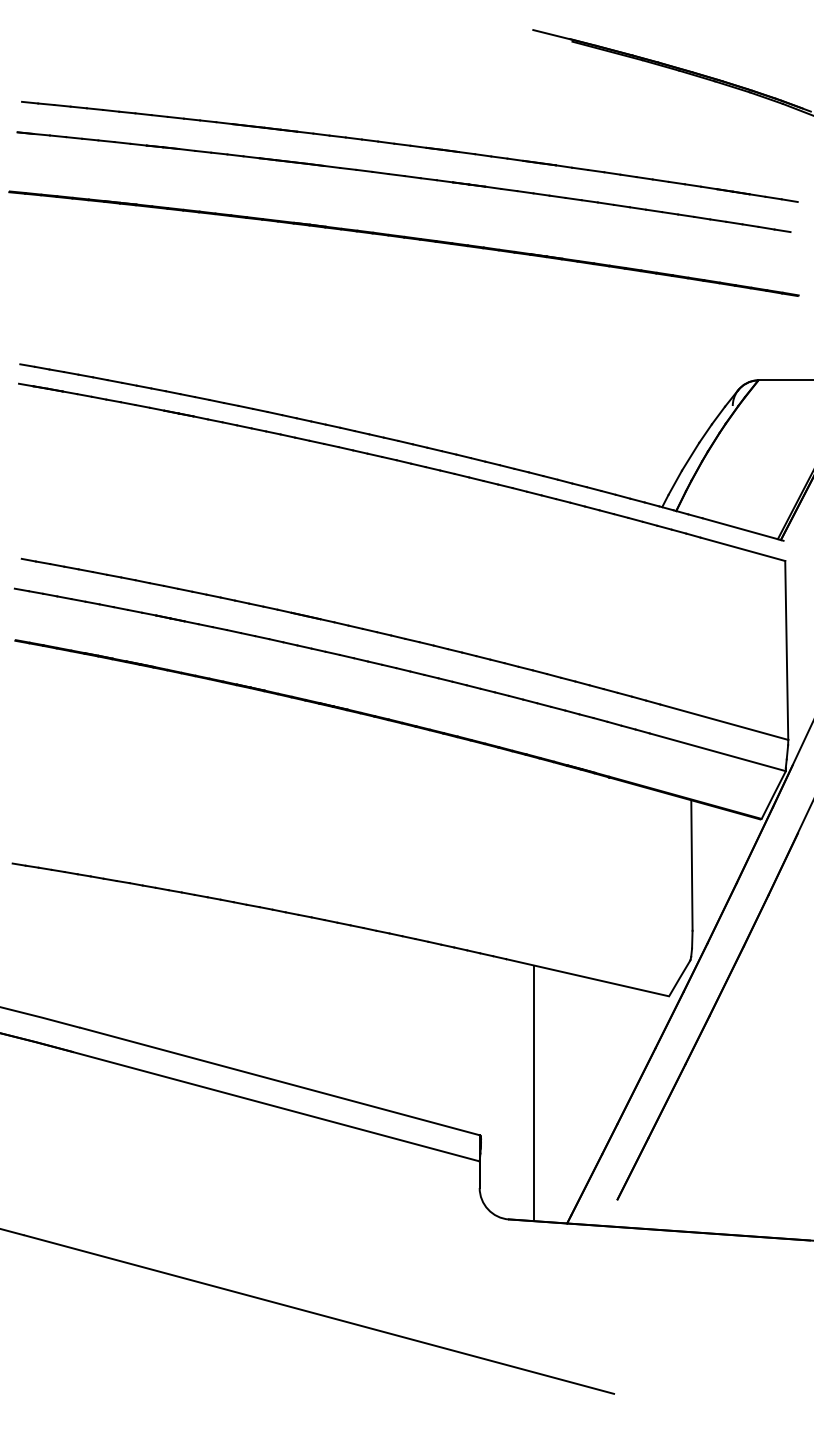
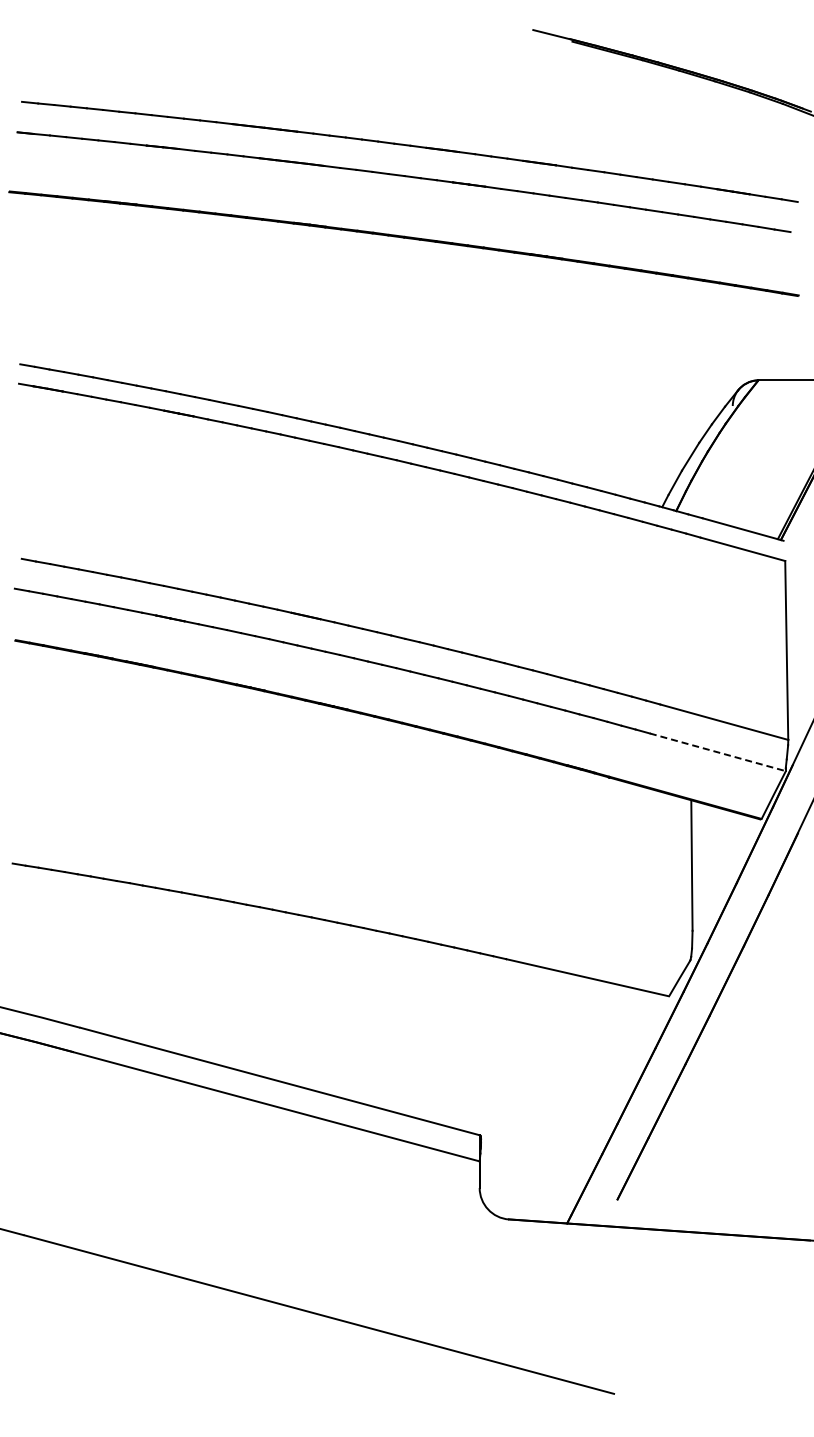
line at (717, 752): solid -> dashed
line at (534, 1093): present -> none
